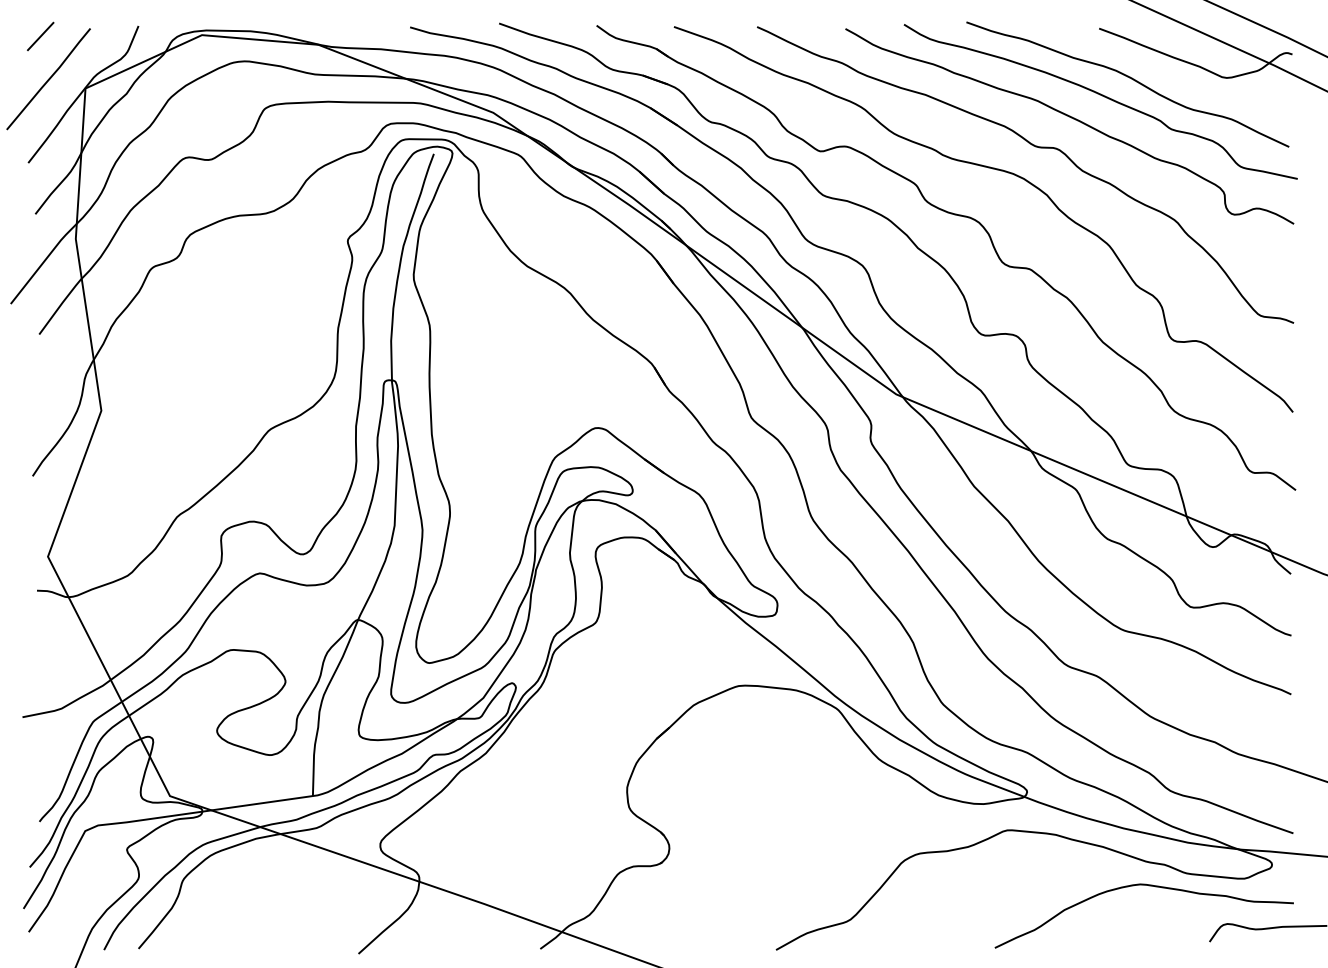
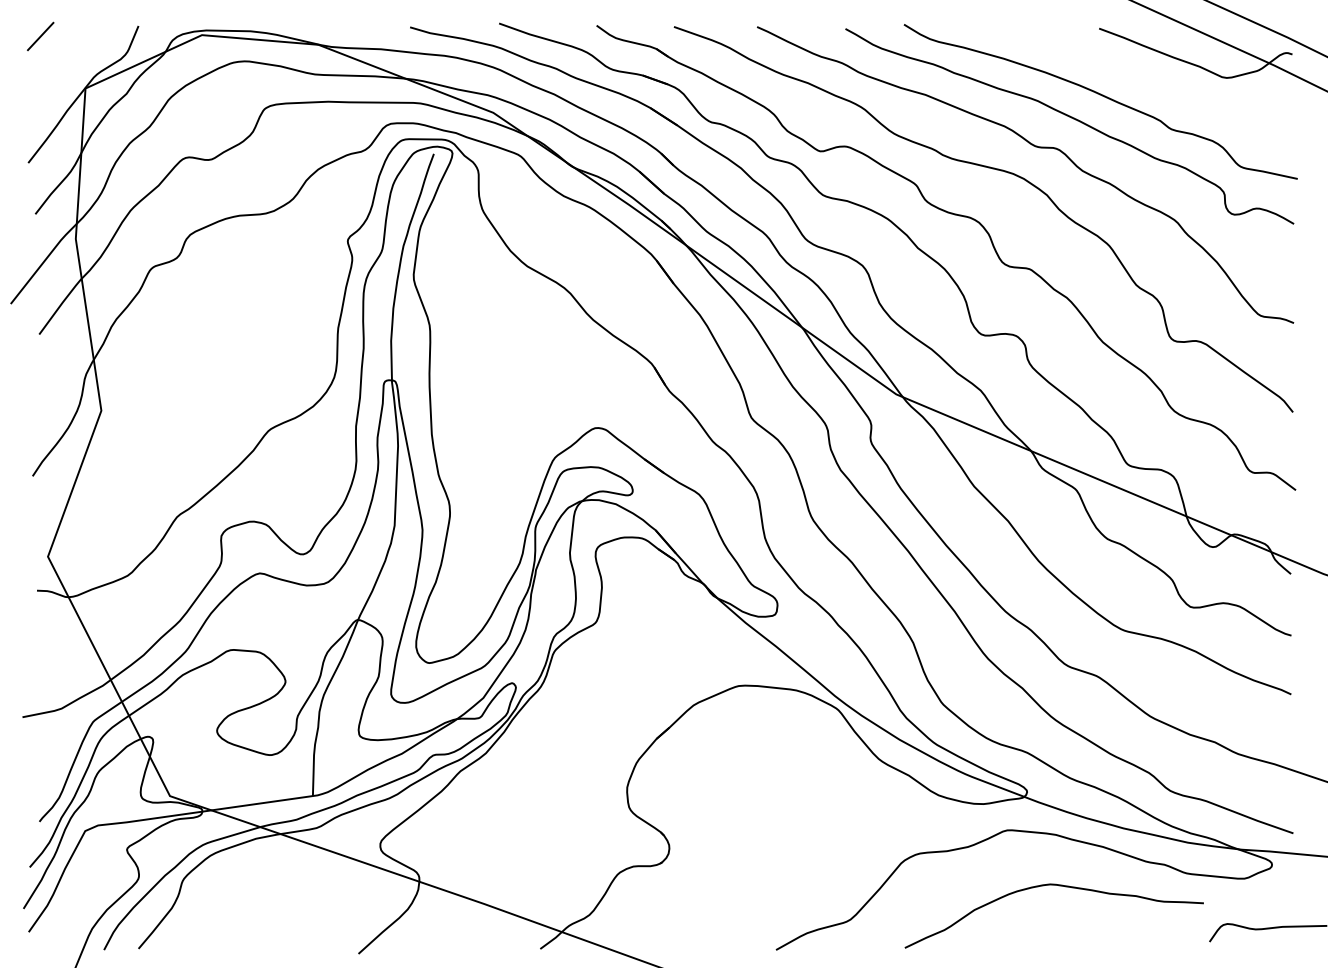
curve at (1129, 78): present -> none
line at (48, 79): present -> none
curve at (1149, 886) position: (1149, 886) -> (1059, 886)
